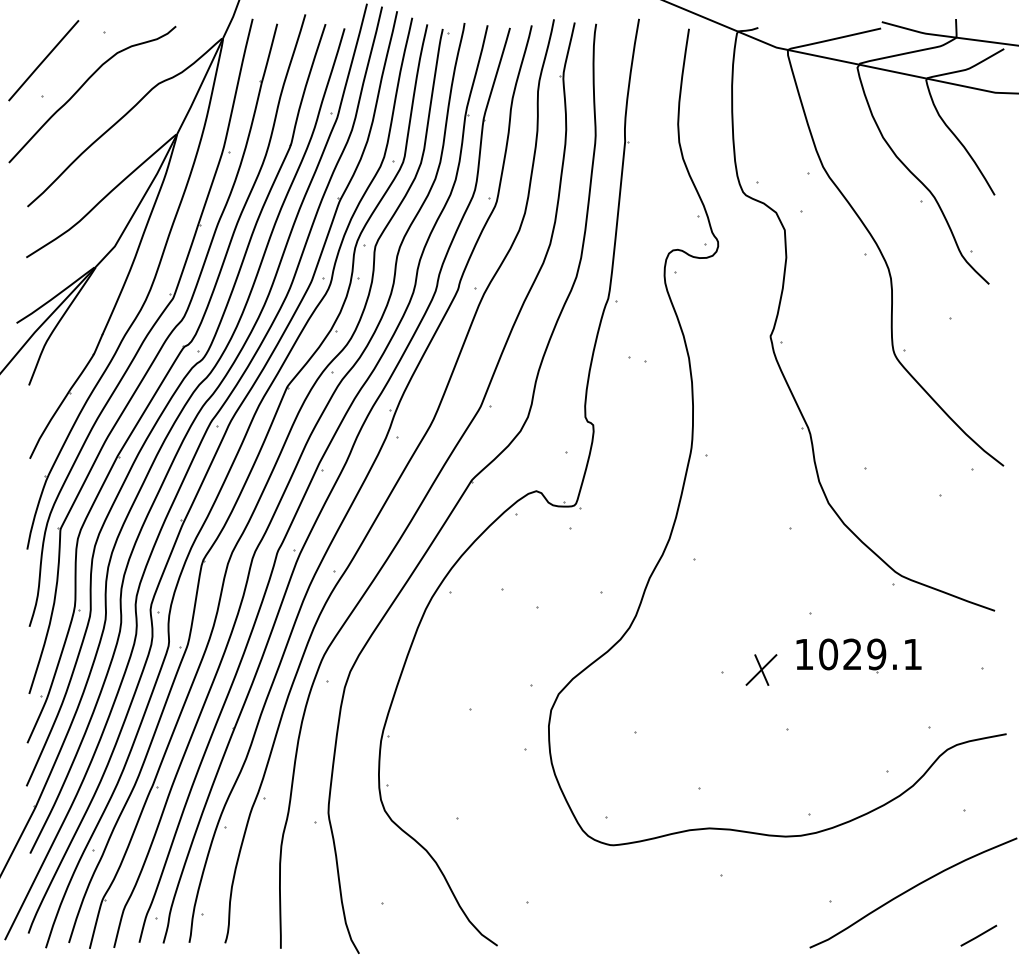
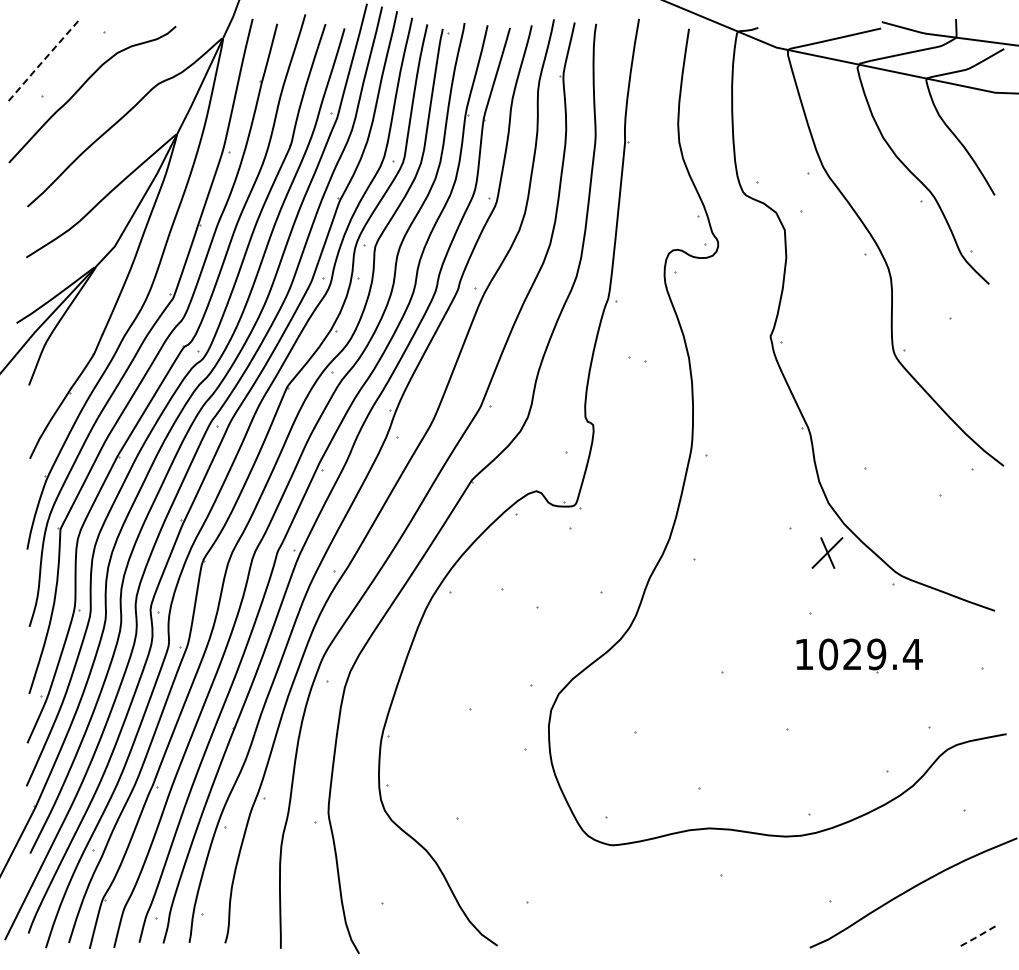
line at (43, 60): solid -> dashed
text at (912, 654): 1029.1 -> 1029.4
part at (761, 669) position: (761, 669) -> (827, 552)
line at (978, 936): solid -> dashed
